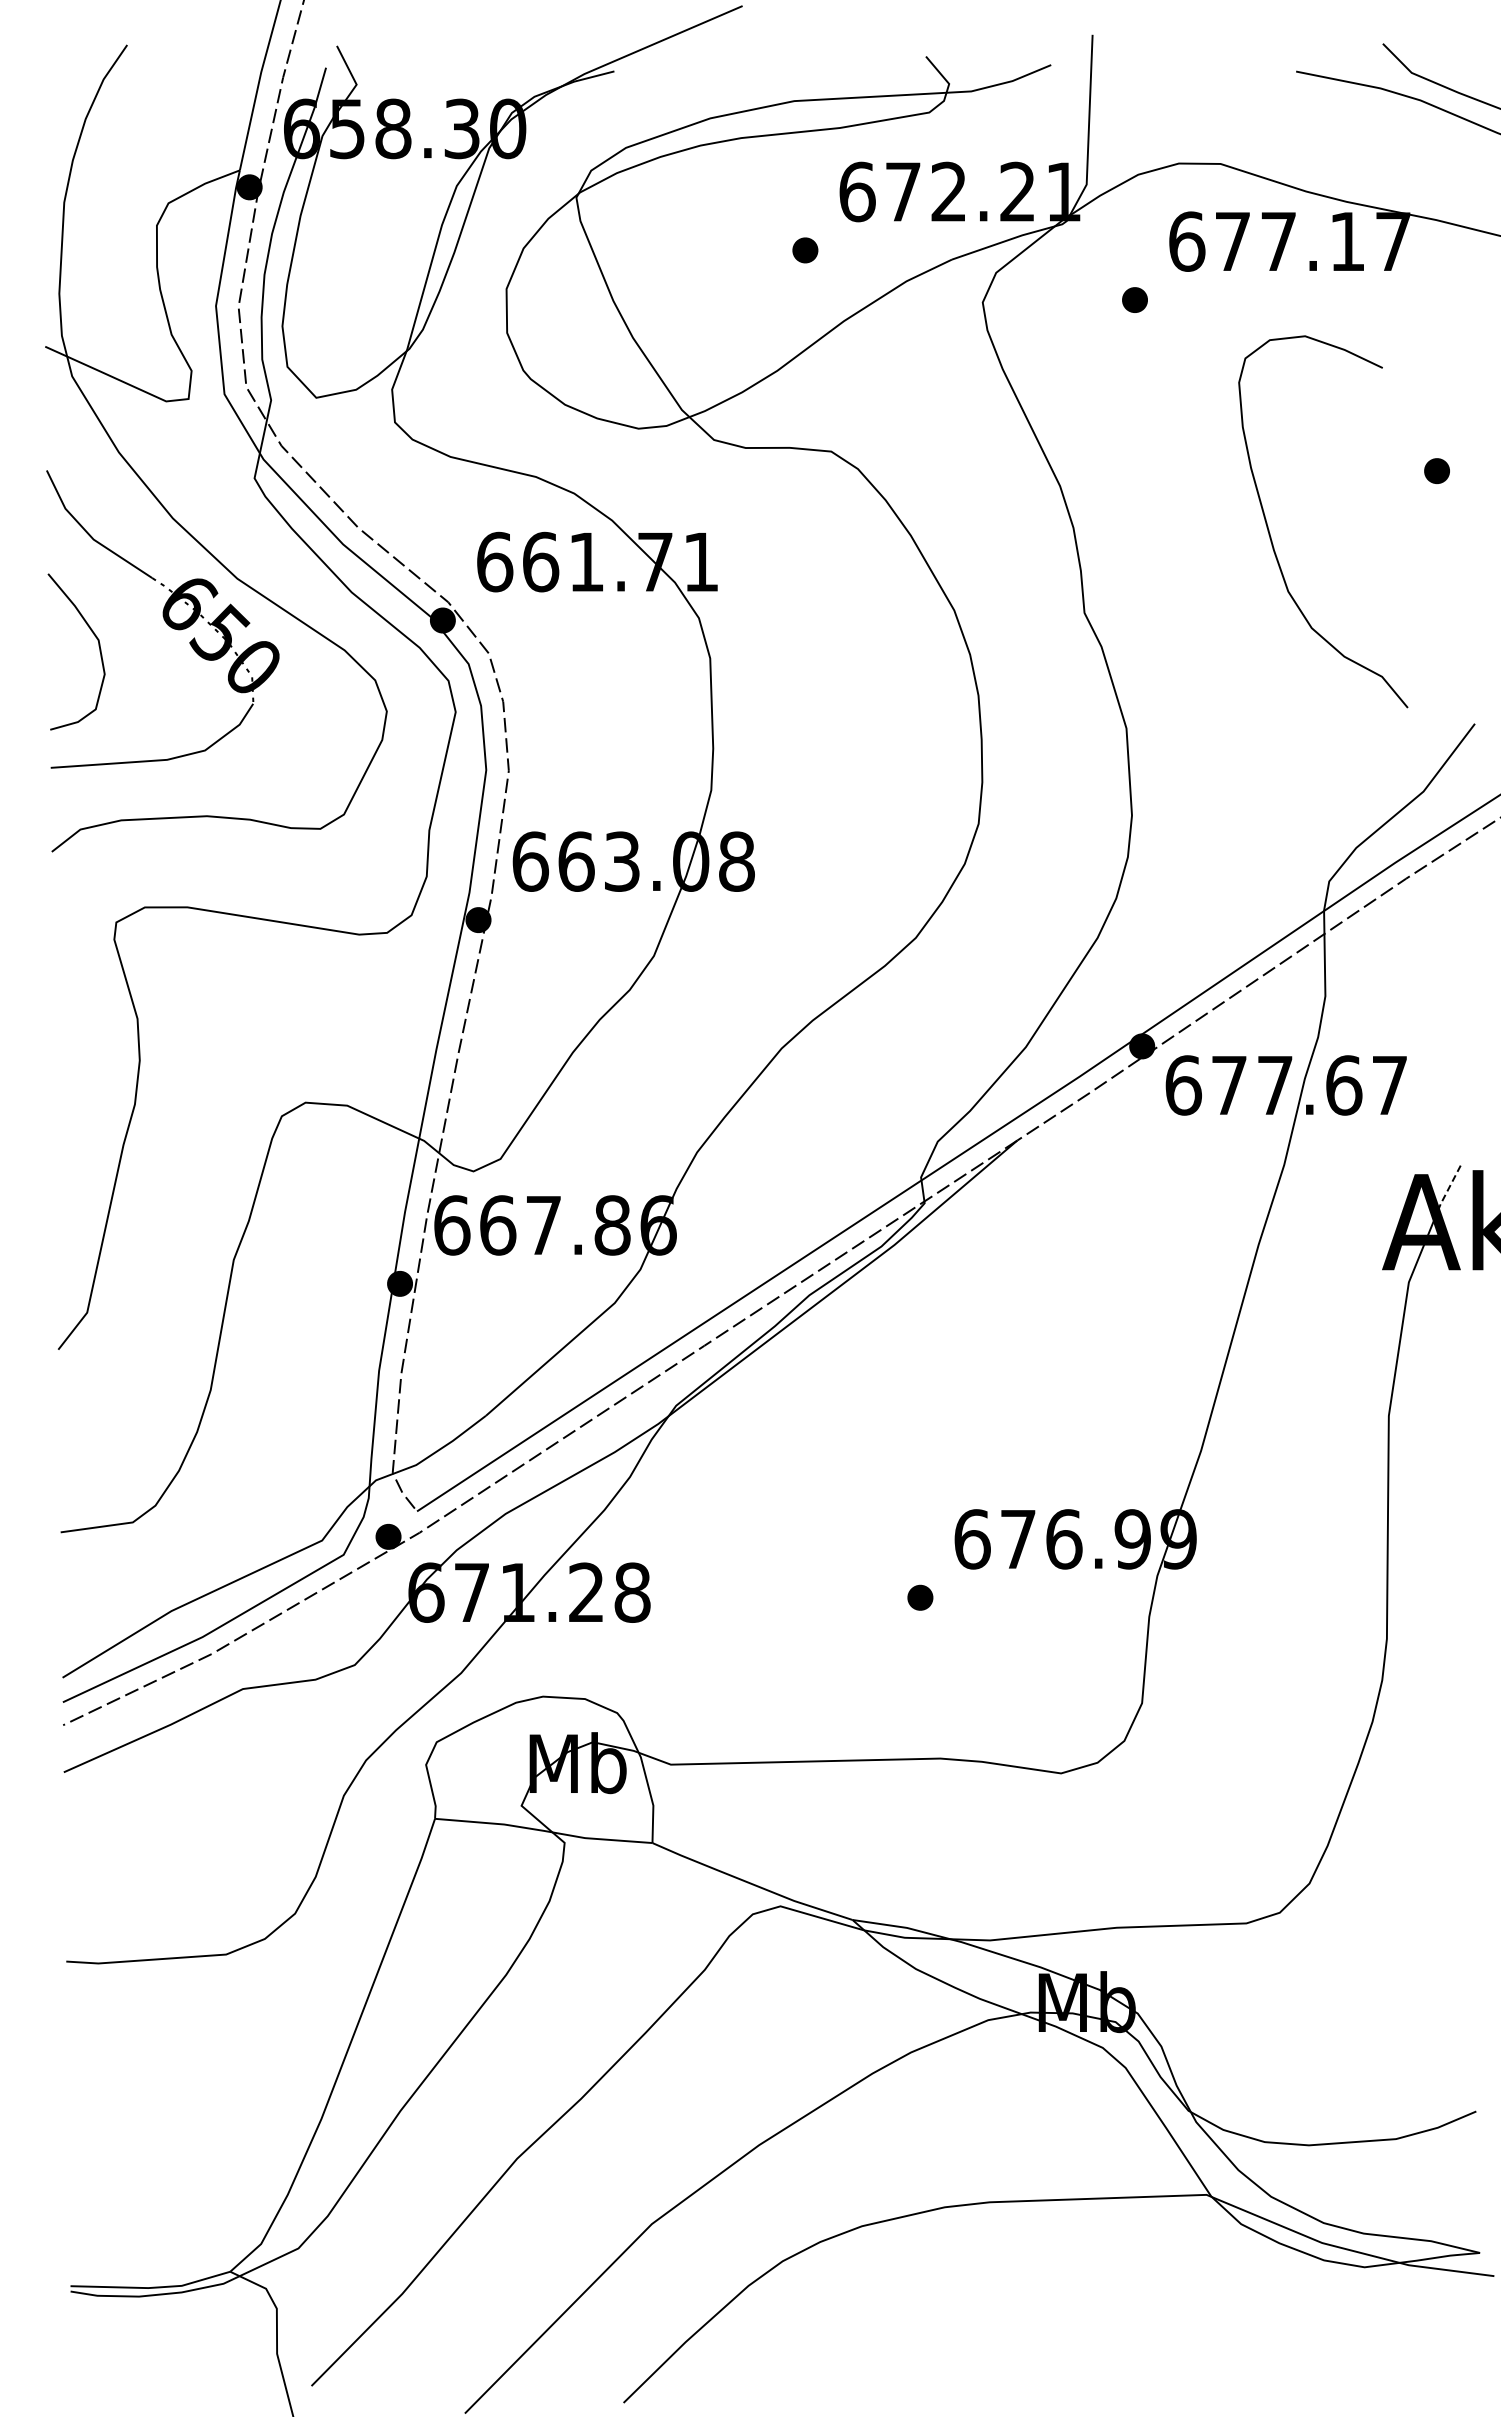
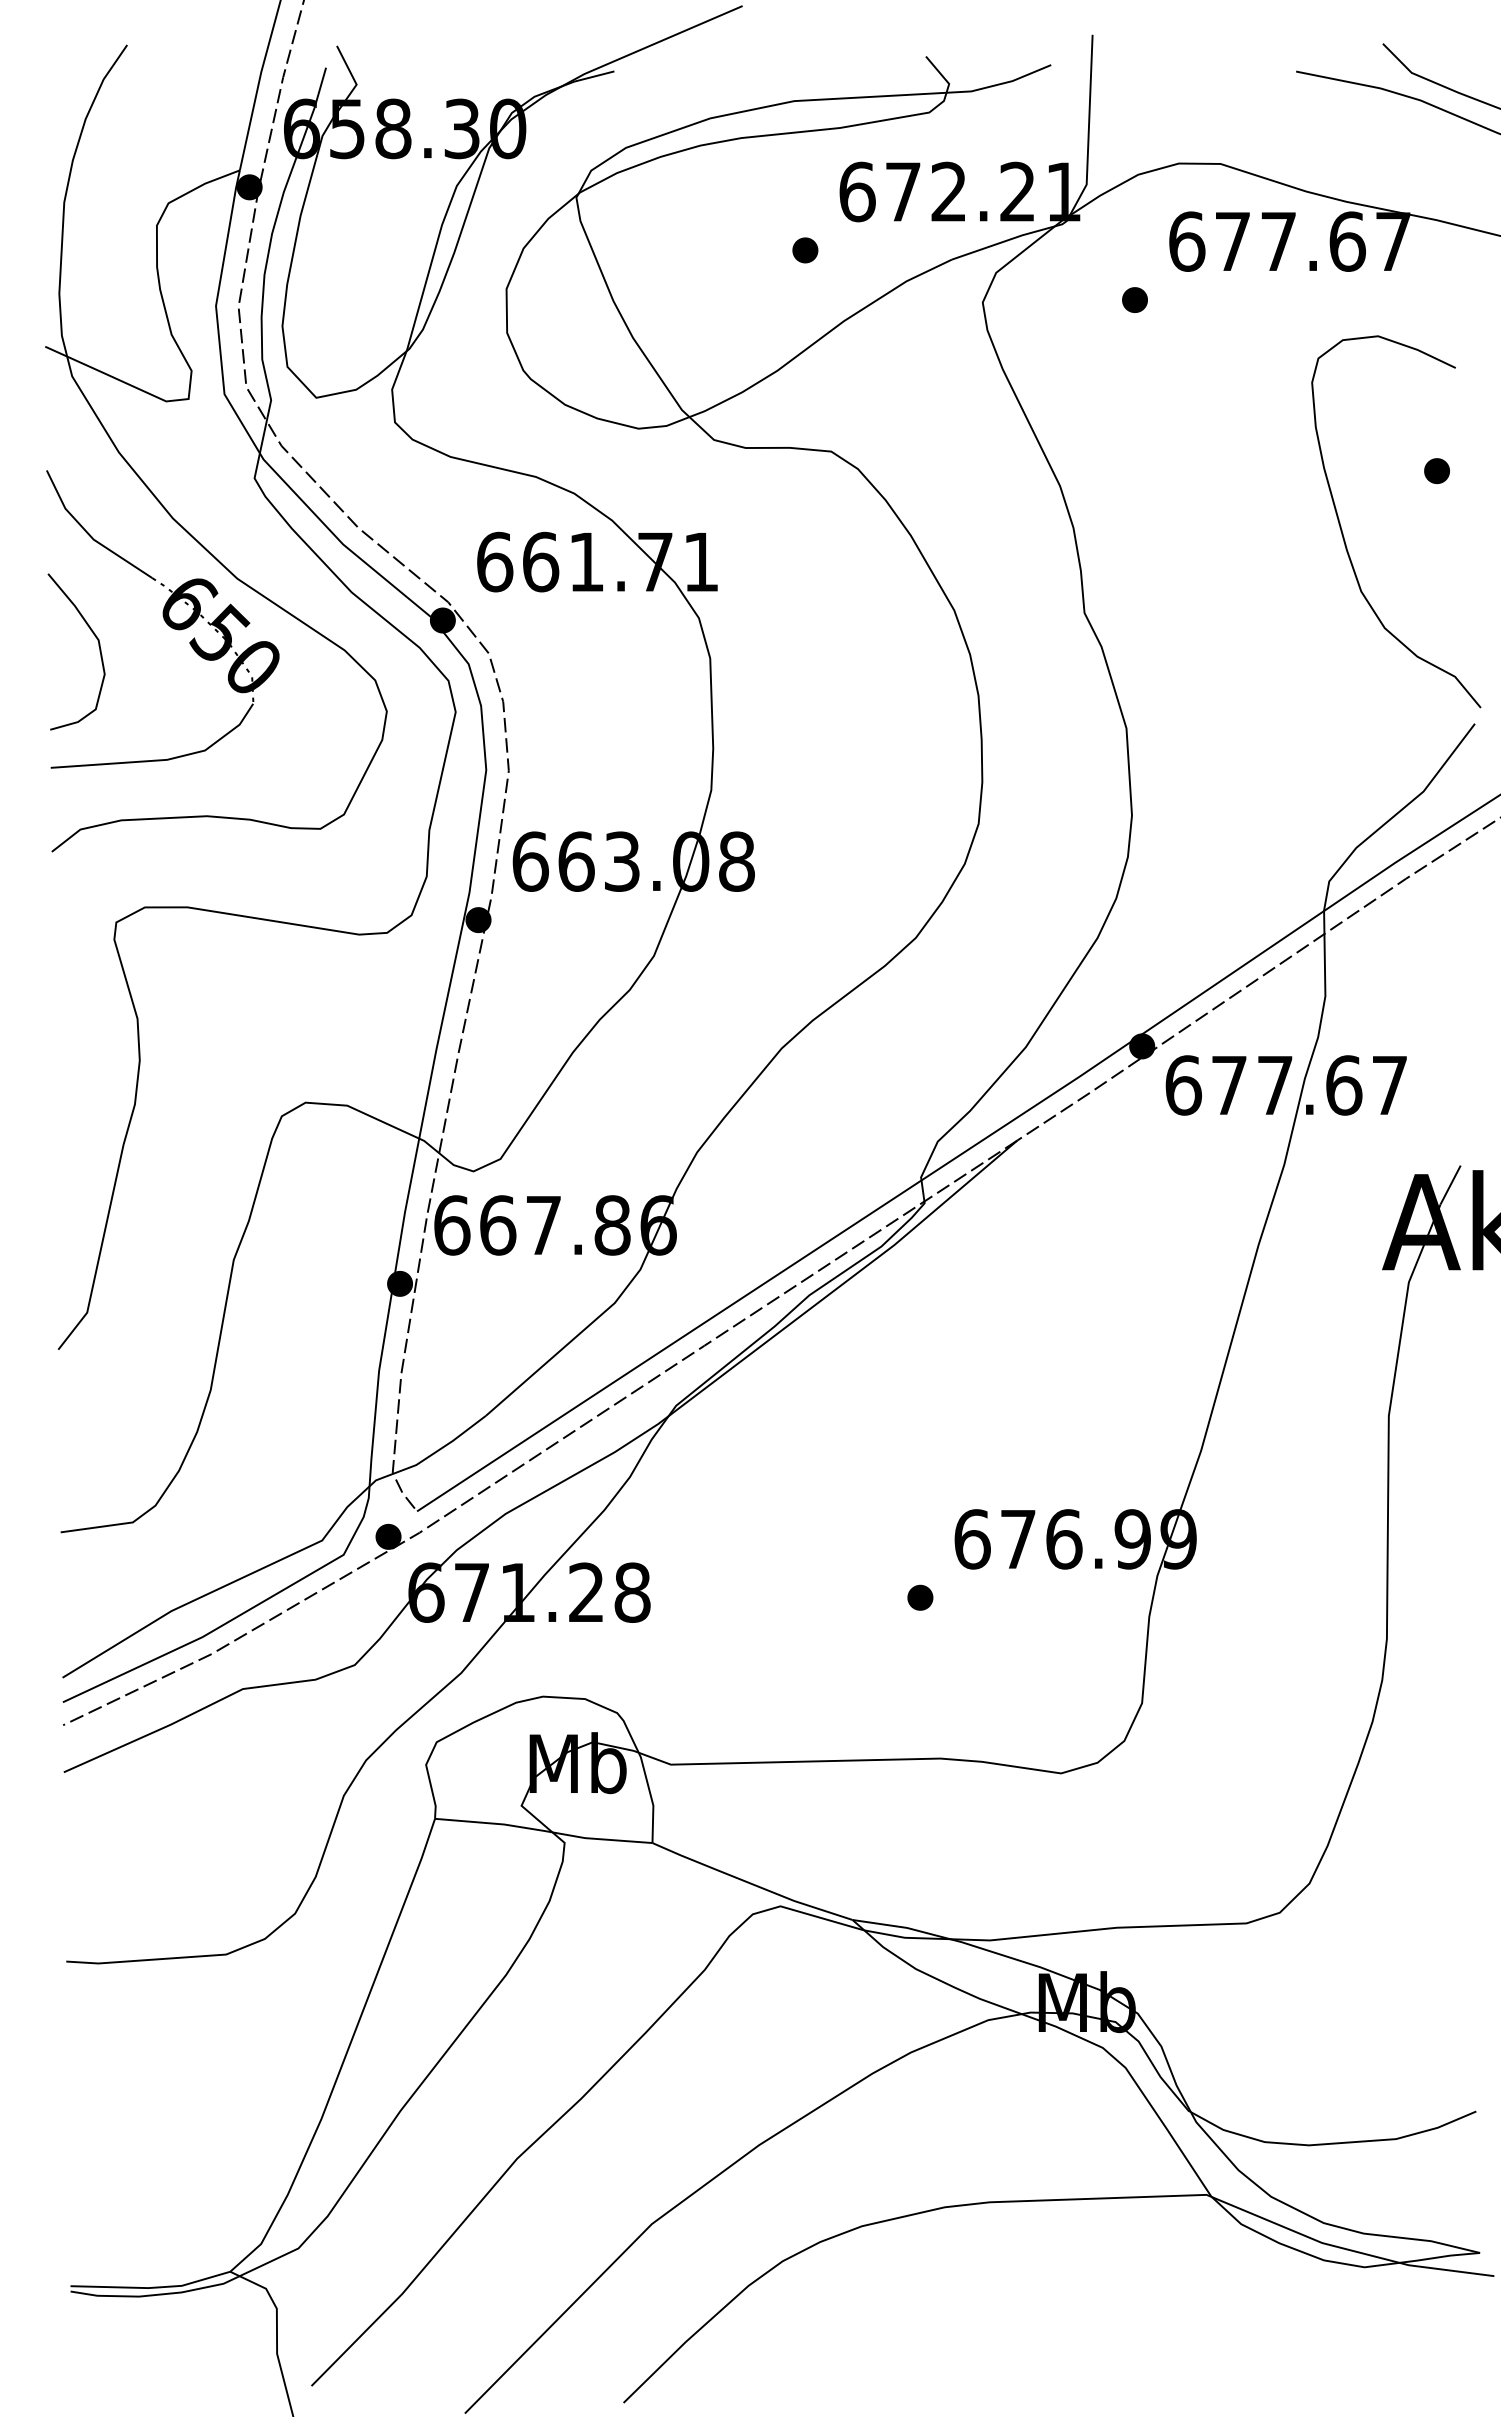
text at (1347, 241): 677.17 -> 677.67
curve at (1271, 536) position: (1271, 536) -> (1344, 536)
line at (1450, 1184): dashed -> solid
